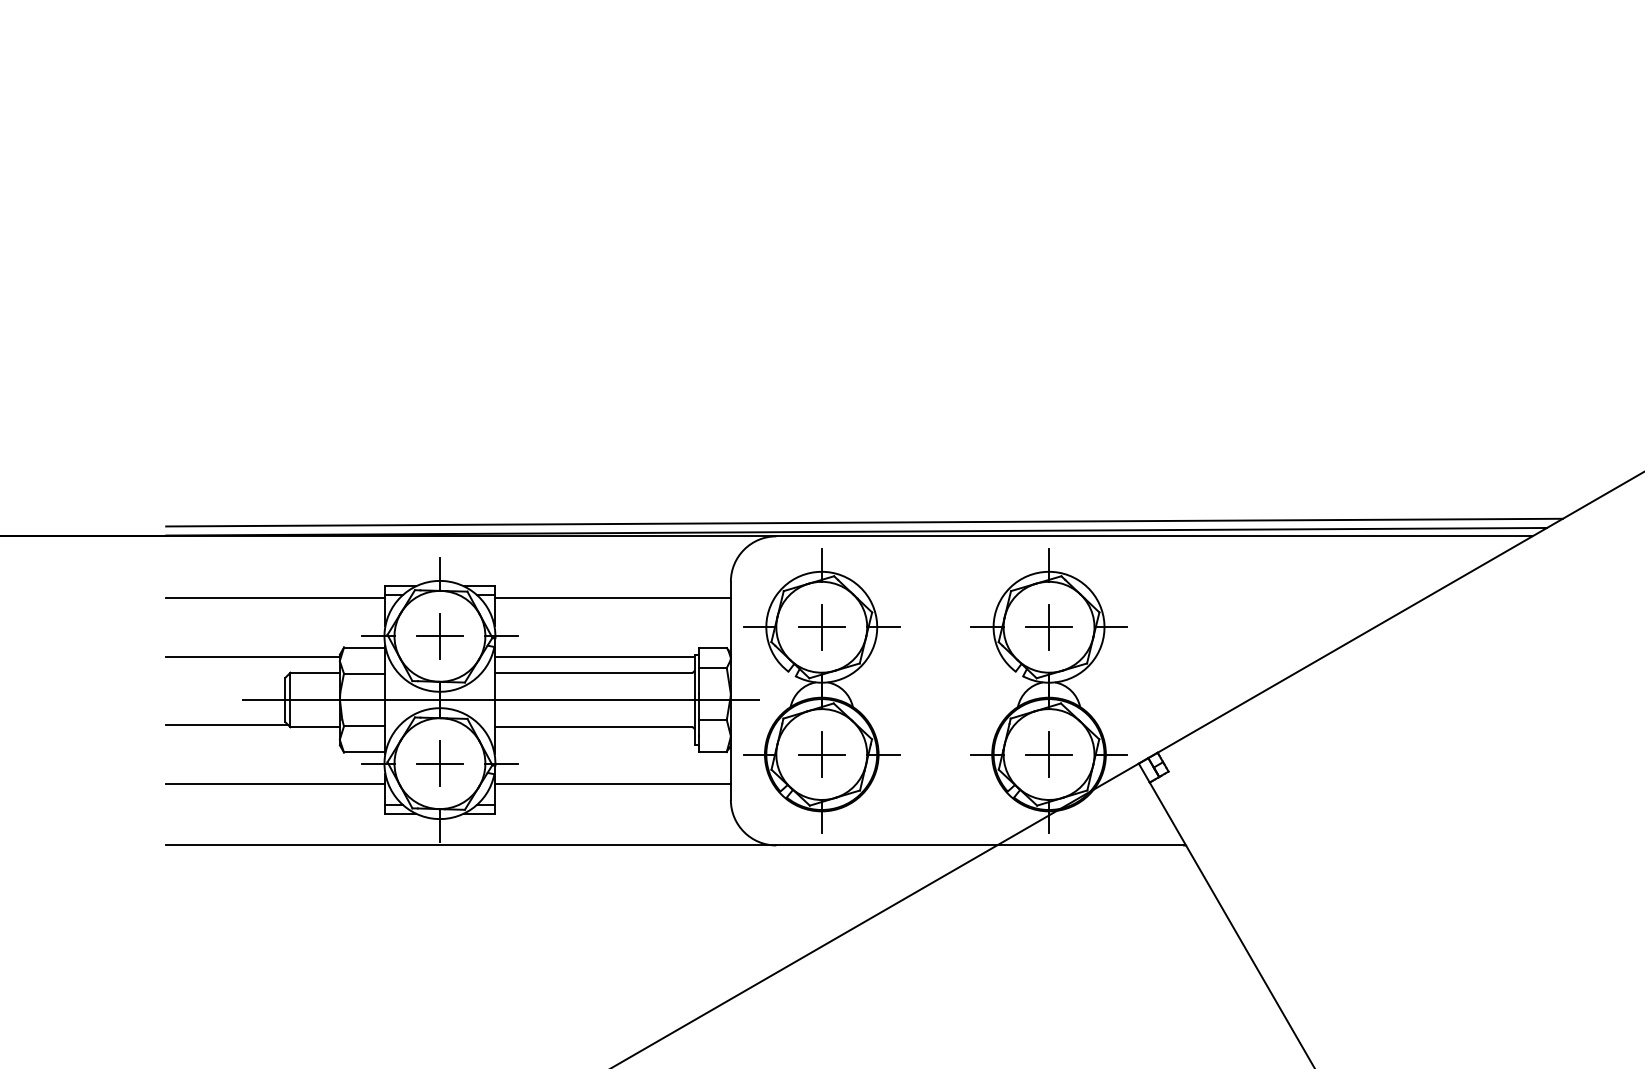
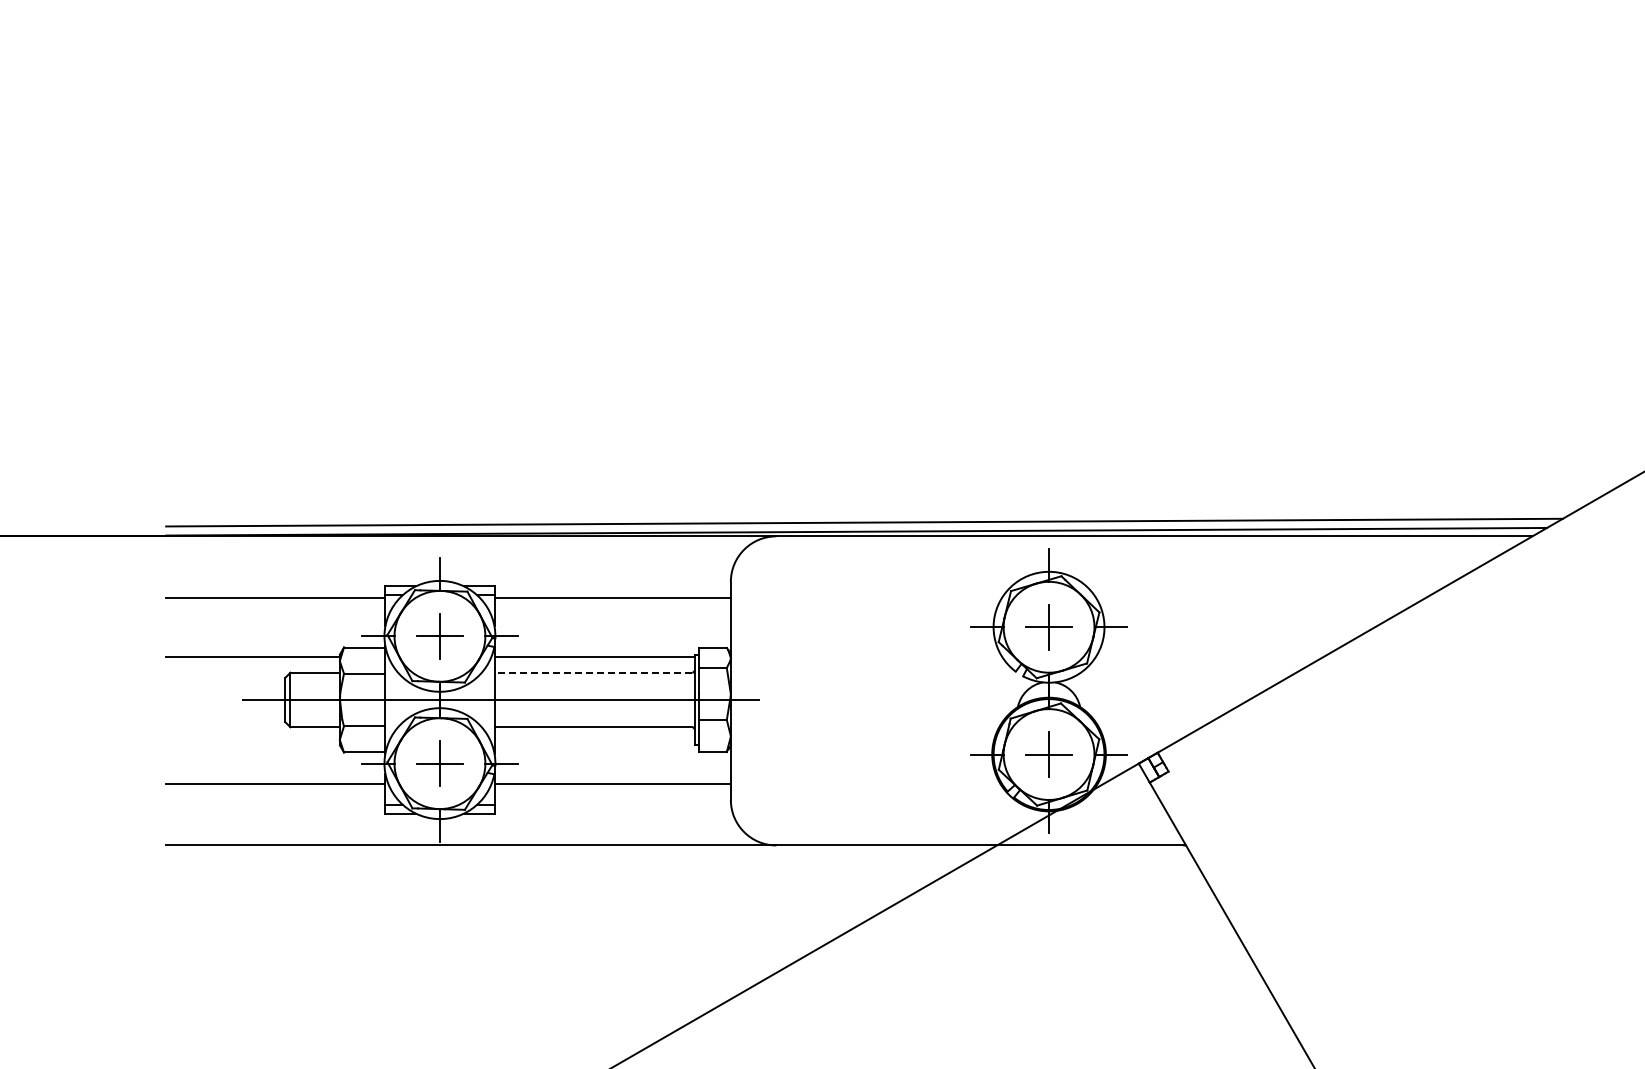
line at (593, 672): solid -> dashed
part at (821, 690): present -> none
line at (227, 725): present -> none
